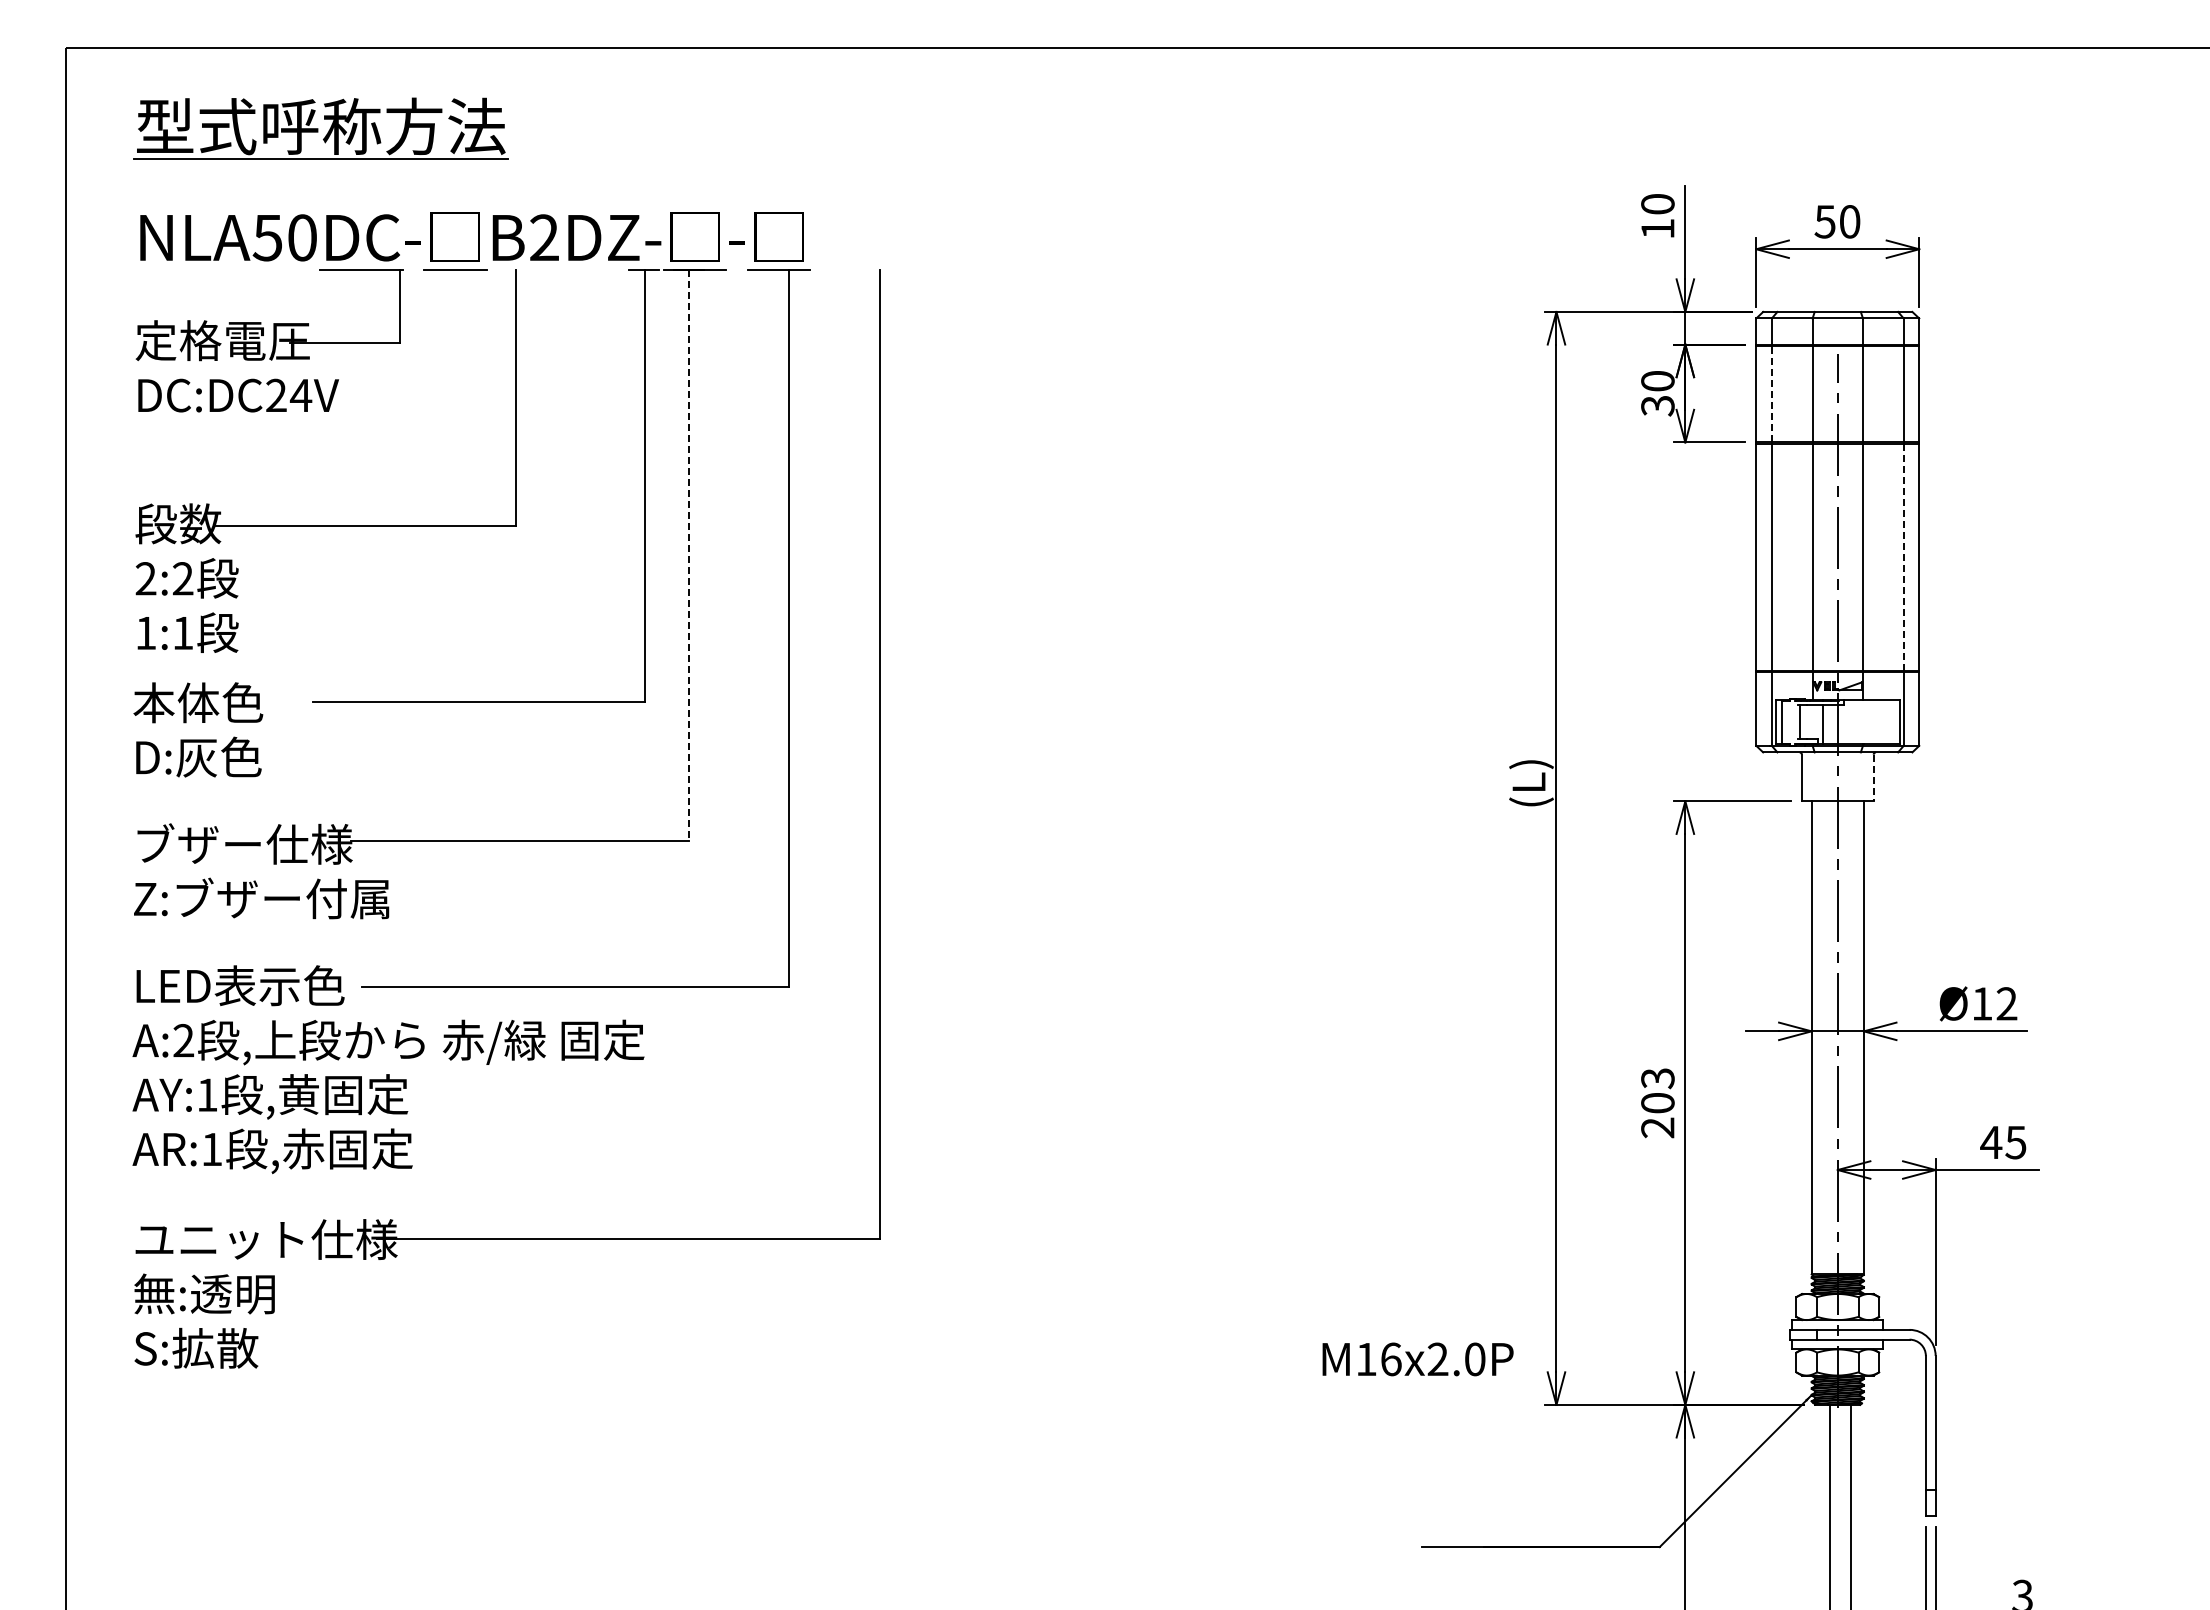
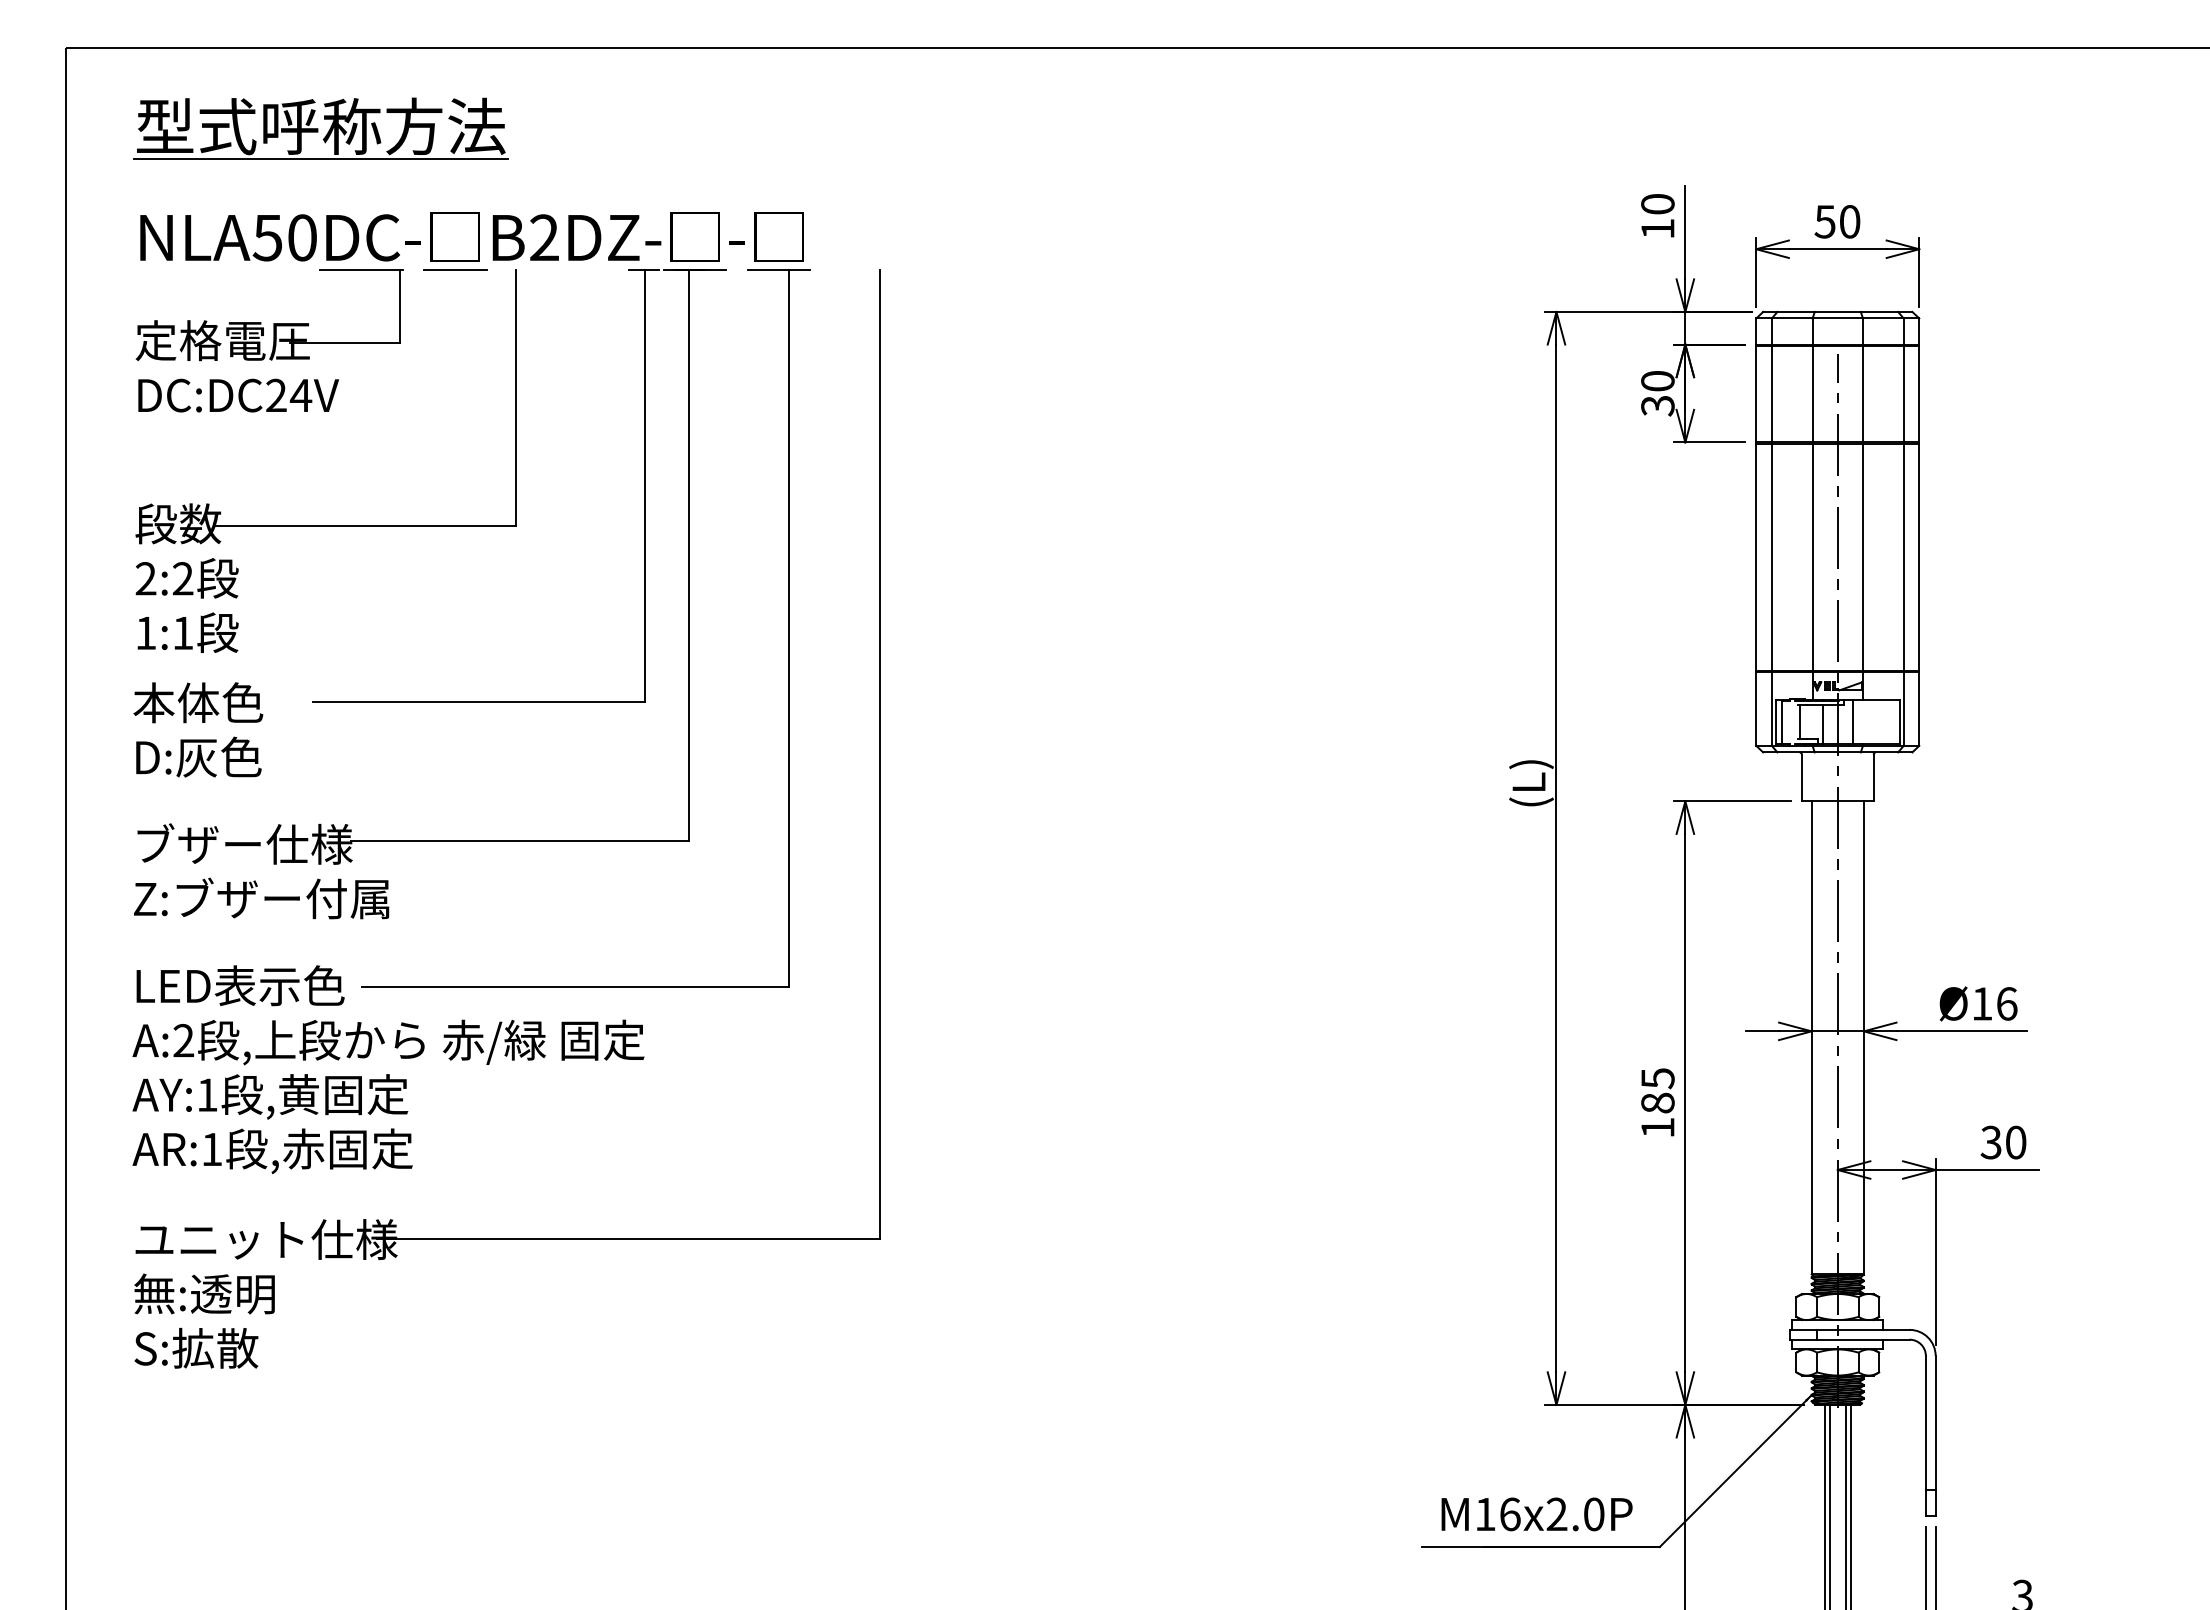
line at (1771, 393): dashed -> solid
line at (689, 555): dashed -> solid
line at (1903, 556): dashed -> solid
line at (1852, 722): none -> present
line at (1873, 778): dashed -> solid
text at (2006, 1003): Ø12 -> Ø16
text at (1657, 1103): 203 -> 185
text at (2003, 1142): 45 -> 30
text at (1417, 1359) position: (1417, 1359) -> (1536, 1514)
line at (1824, 1505): none -> present
line at (1845, 1505): none -> present
